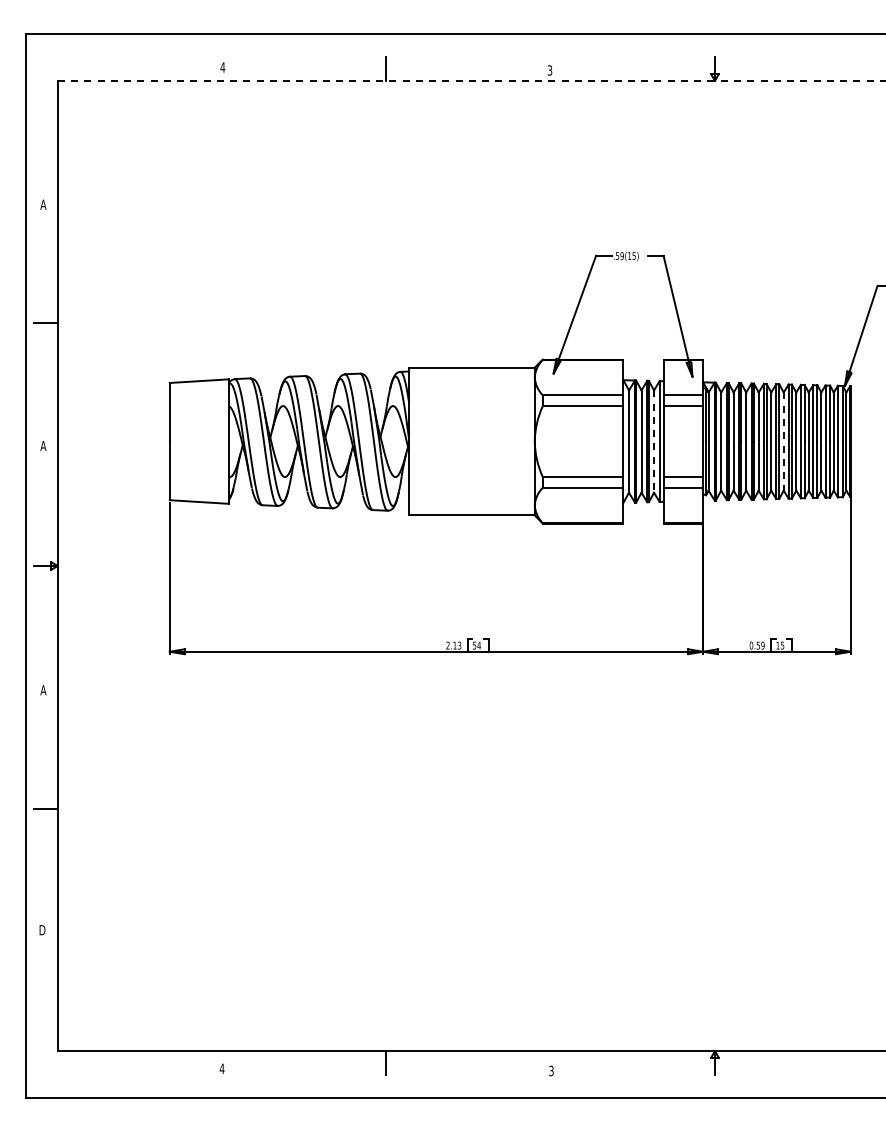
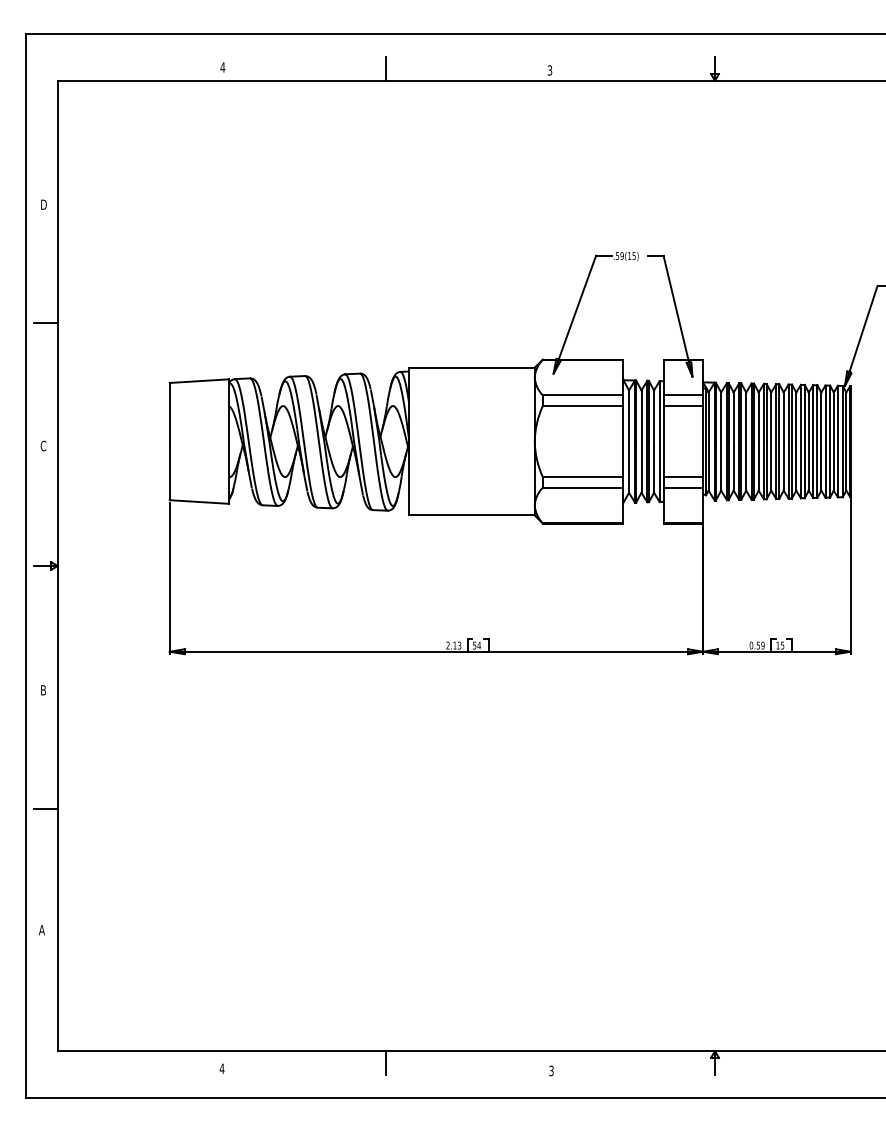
line at (471, 80): dashed -> solid
text at (43, 204): A -> D
line at (654, 442): dashed -> solid
line at (783, 442): dashed -> solid
text at (43, 445): A -> C
text at (43, 690): A -> B
text at (42, 930): D -> A
